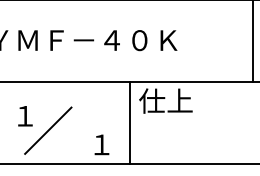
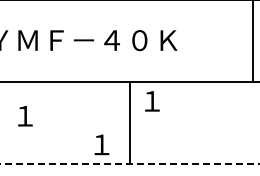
text at (165, 100): 仕上 -> １
line at (48, 130): present -> none
line at (130, 163): solid -> dashed
